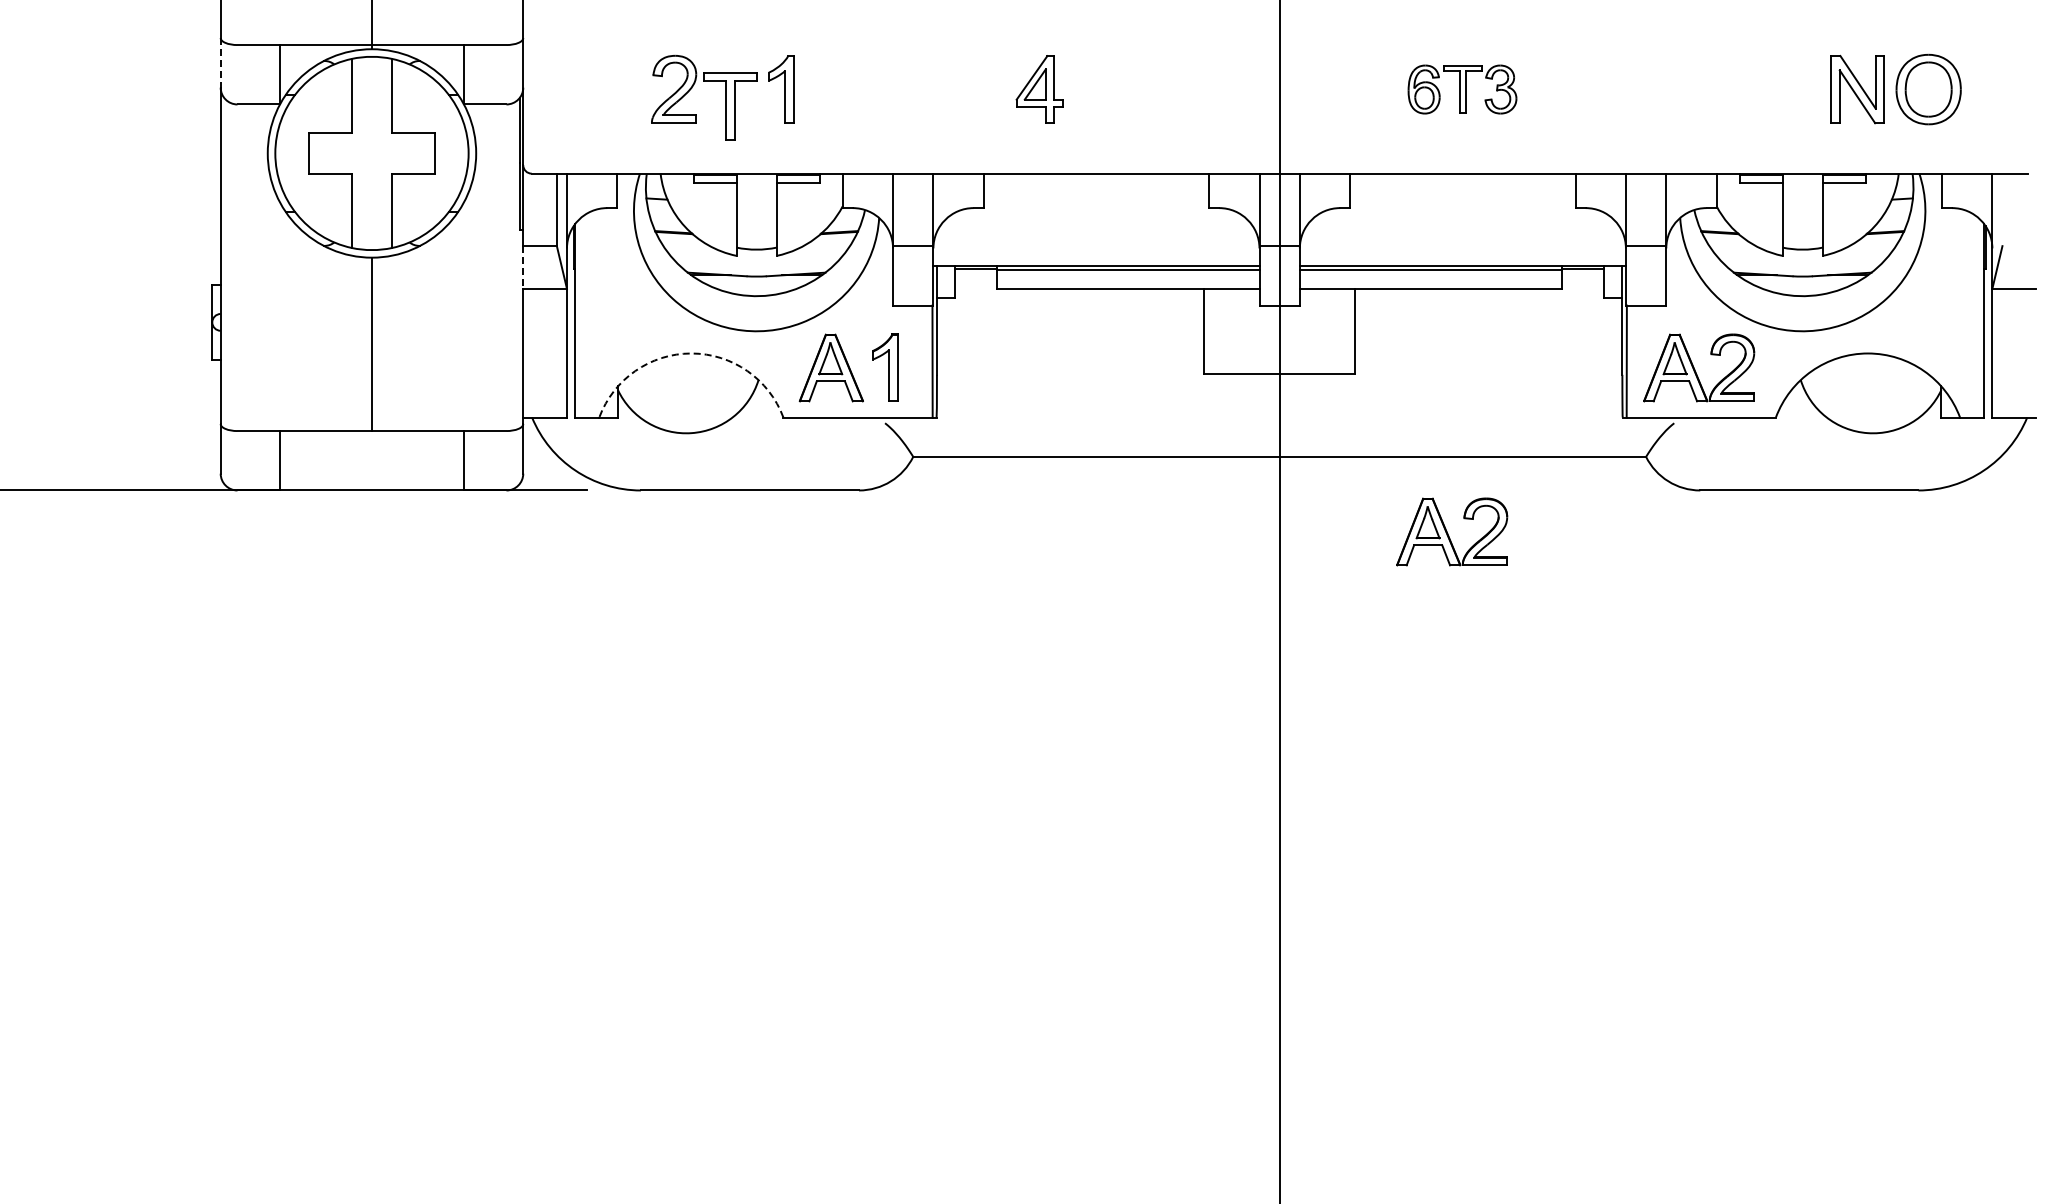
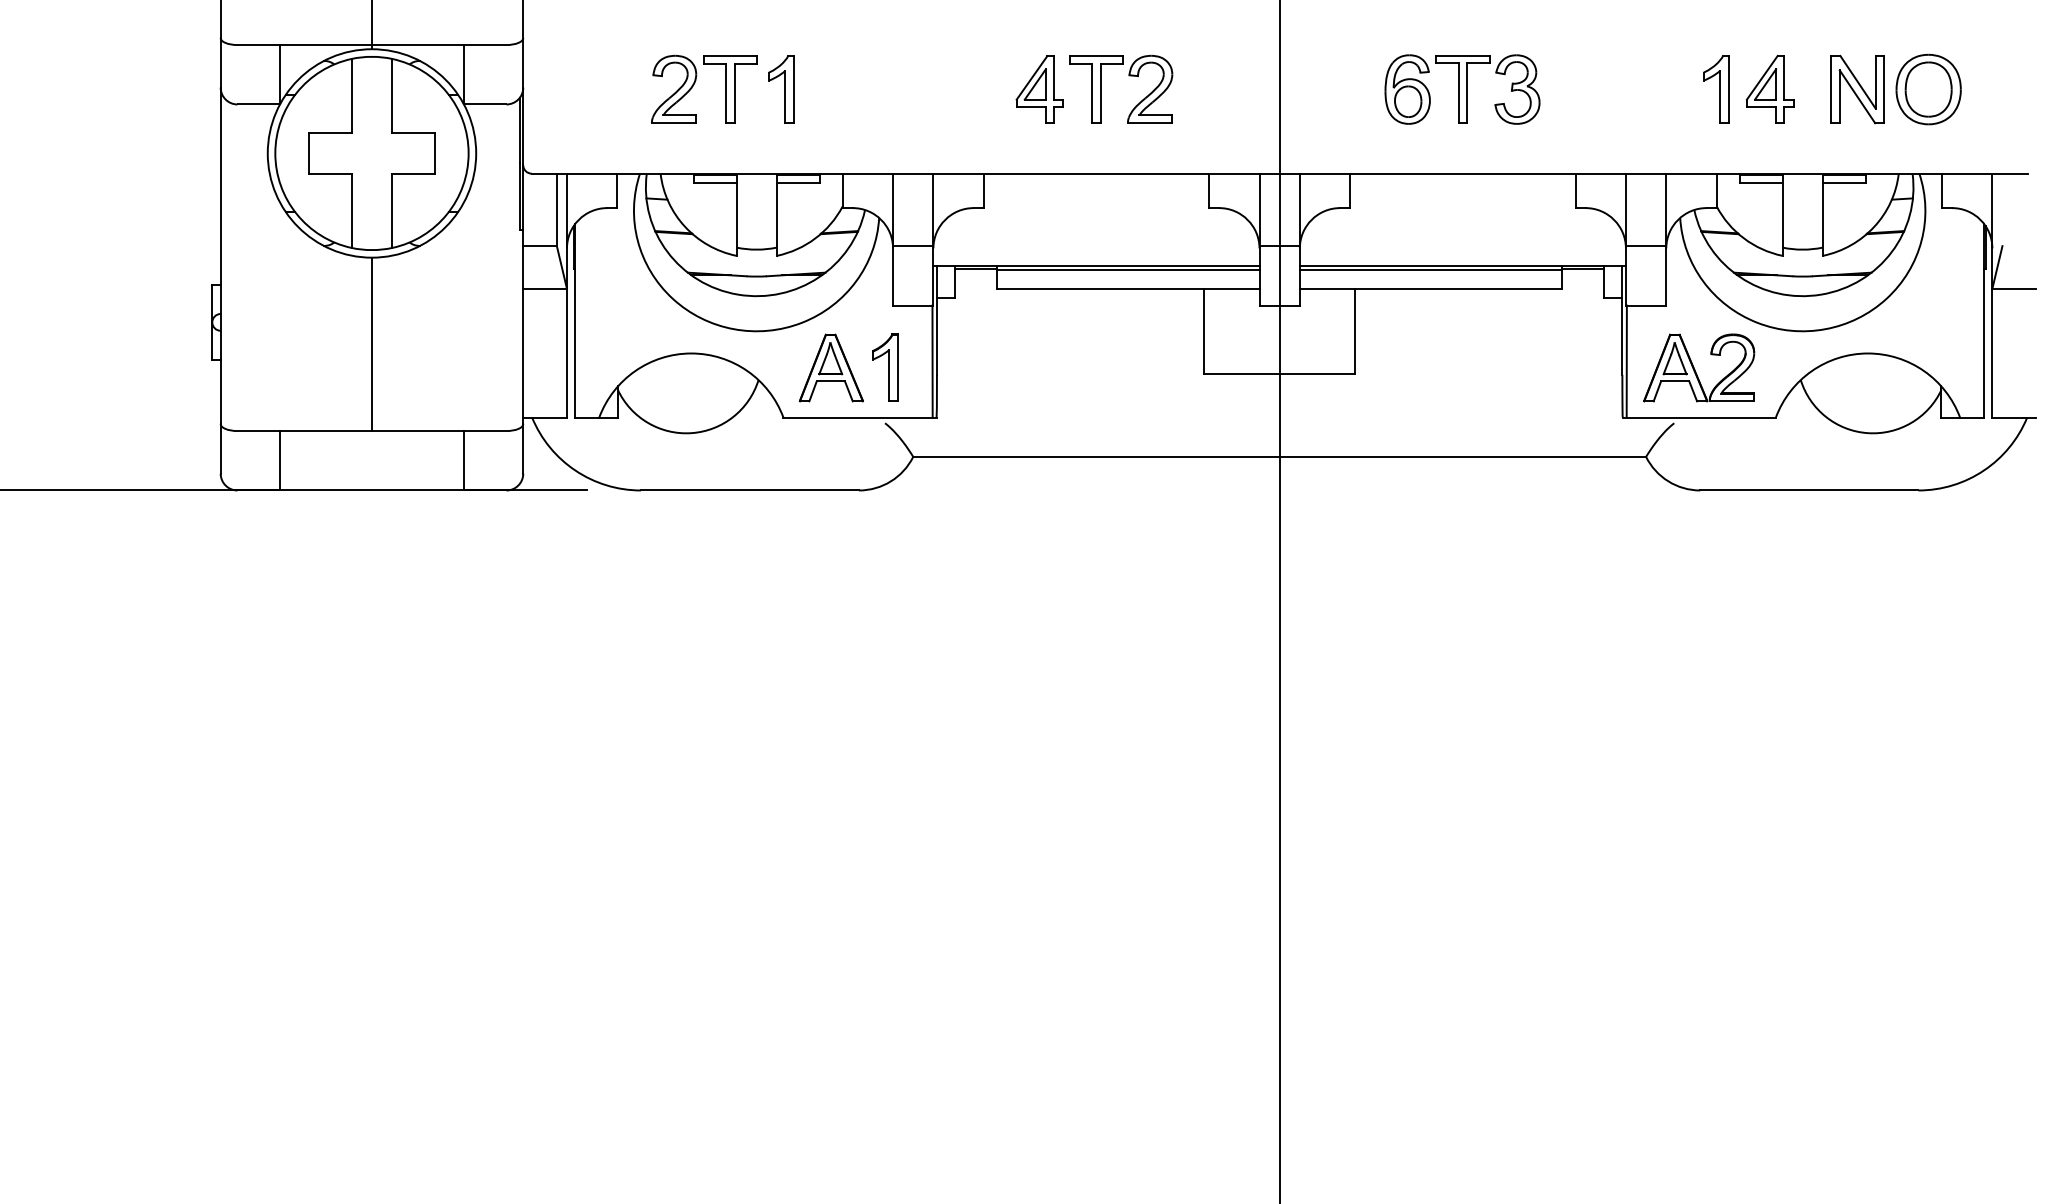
line at (220, 62): dashed -> solid
part at (1129, 76): none -> present
part at (1770, 88): none -> present
part at (1462, 89) size: 111x51 px -> 157x71 px
part at (1716, 89): none -> present
part at (730, 106) position: (730, 106) -> (730, 89)
line at (523, 267): dashed -> solid
arc at (691, 353): dashed -> solid
part at (1452, 531): present -> none
